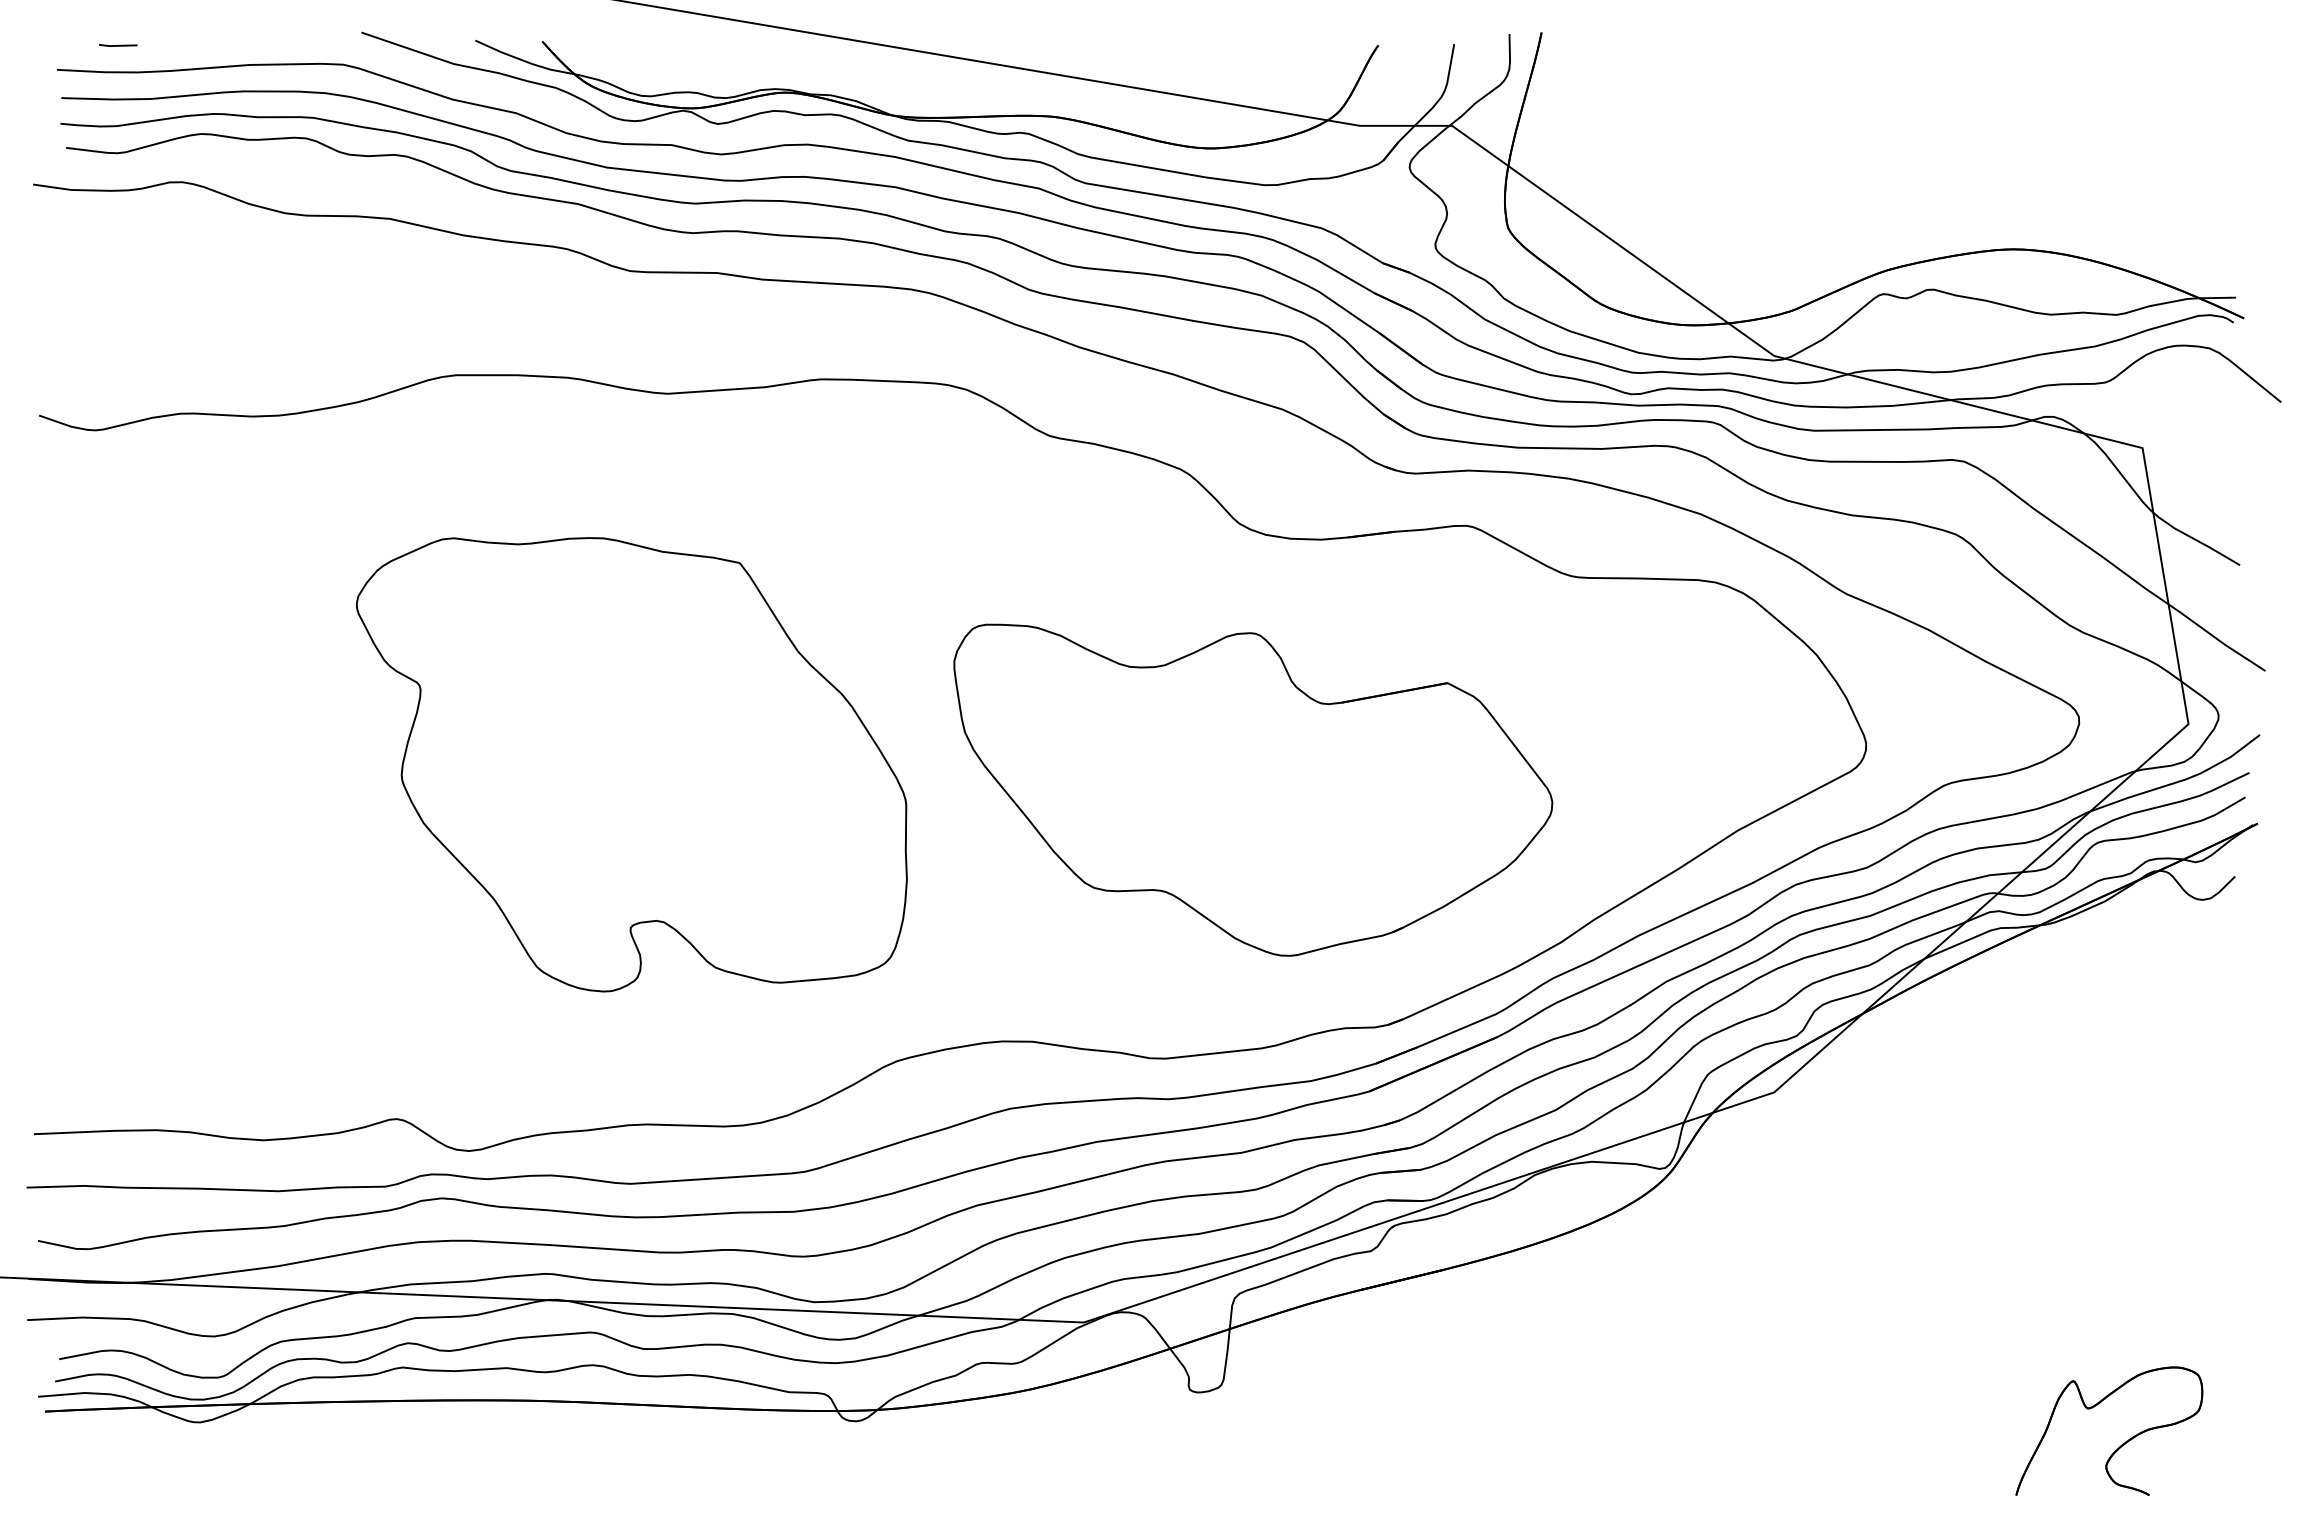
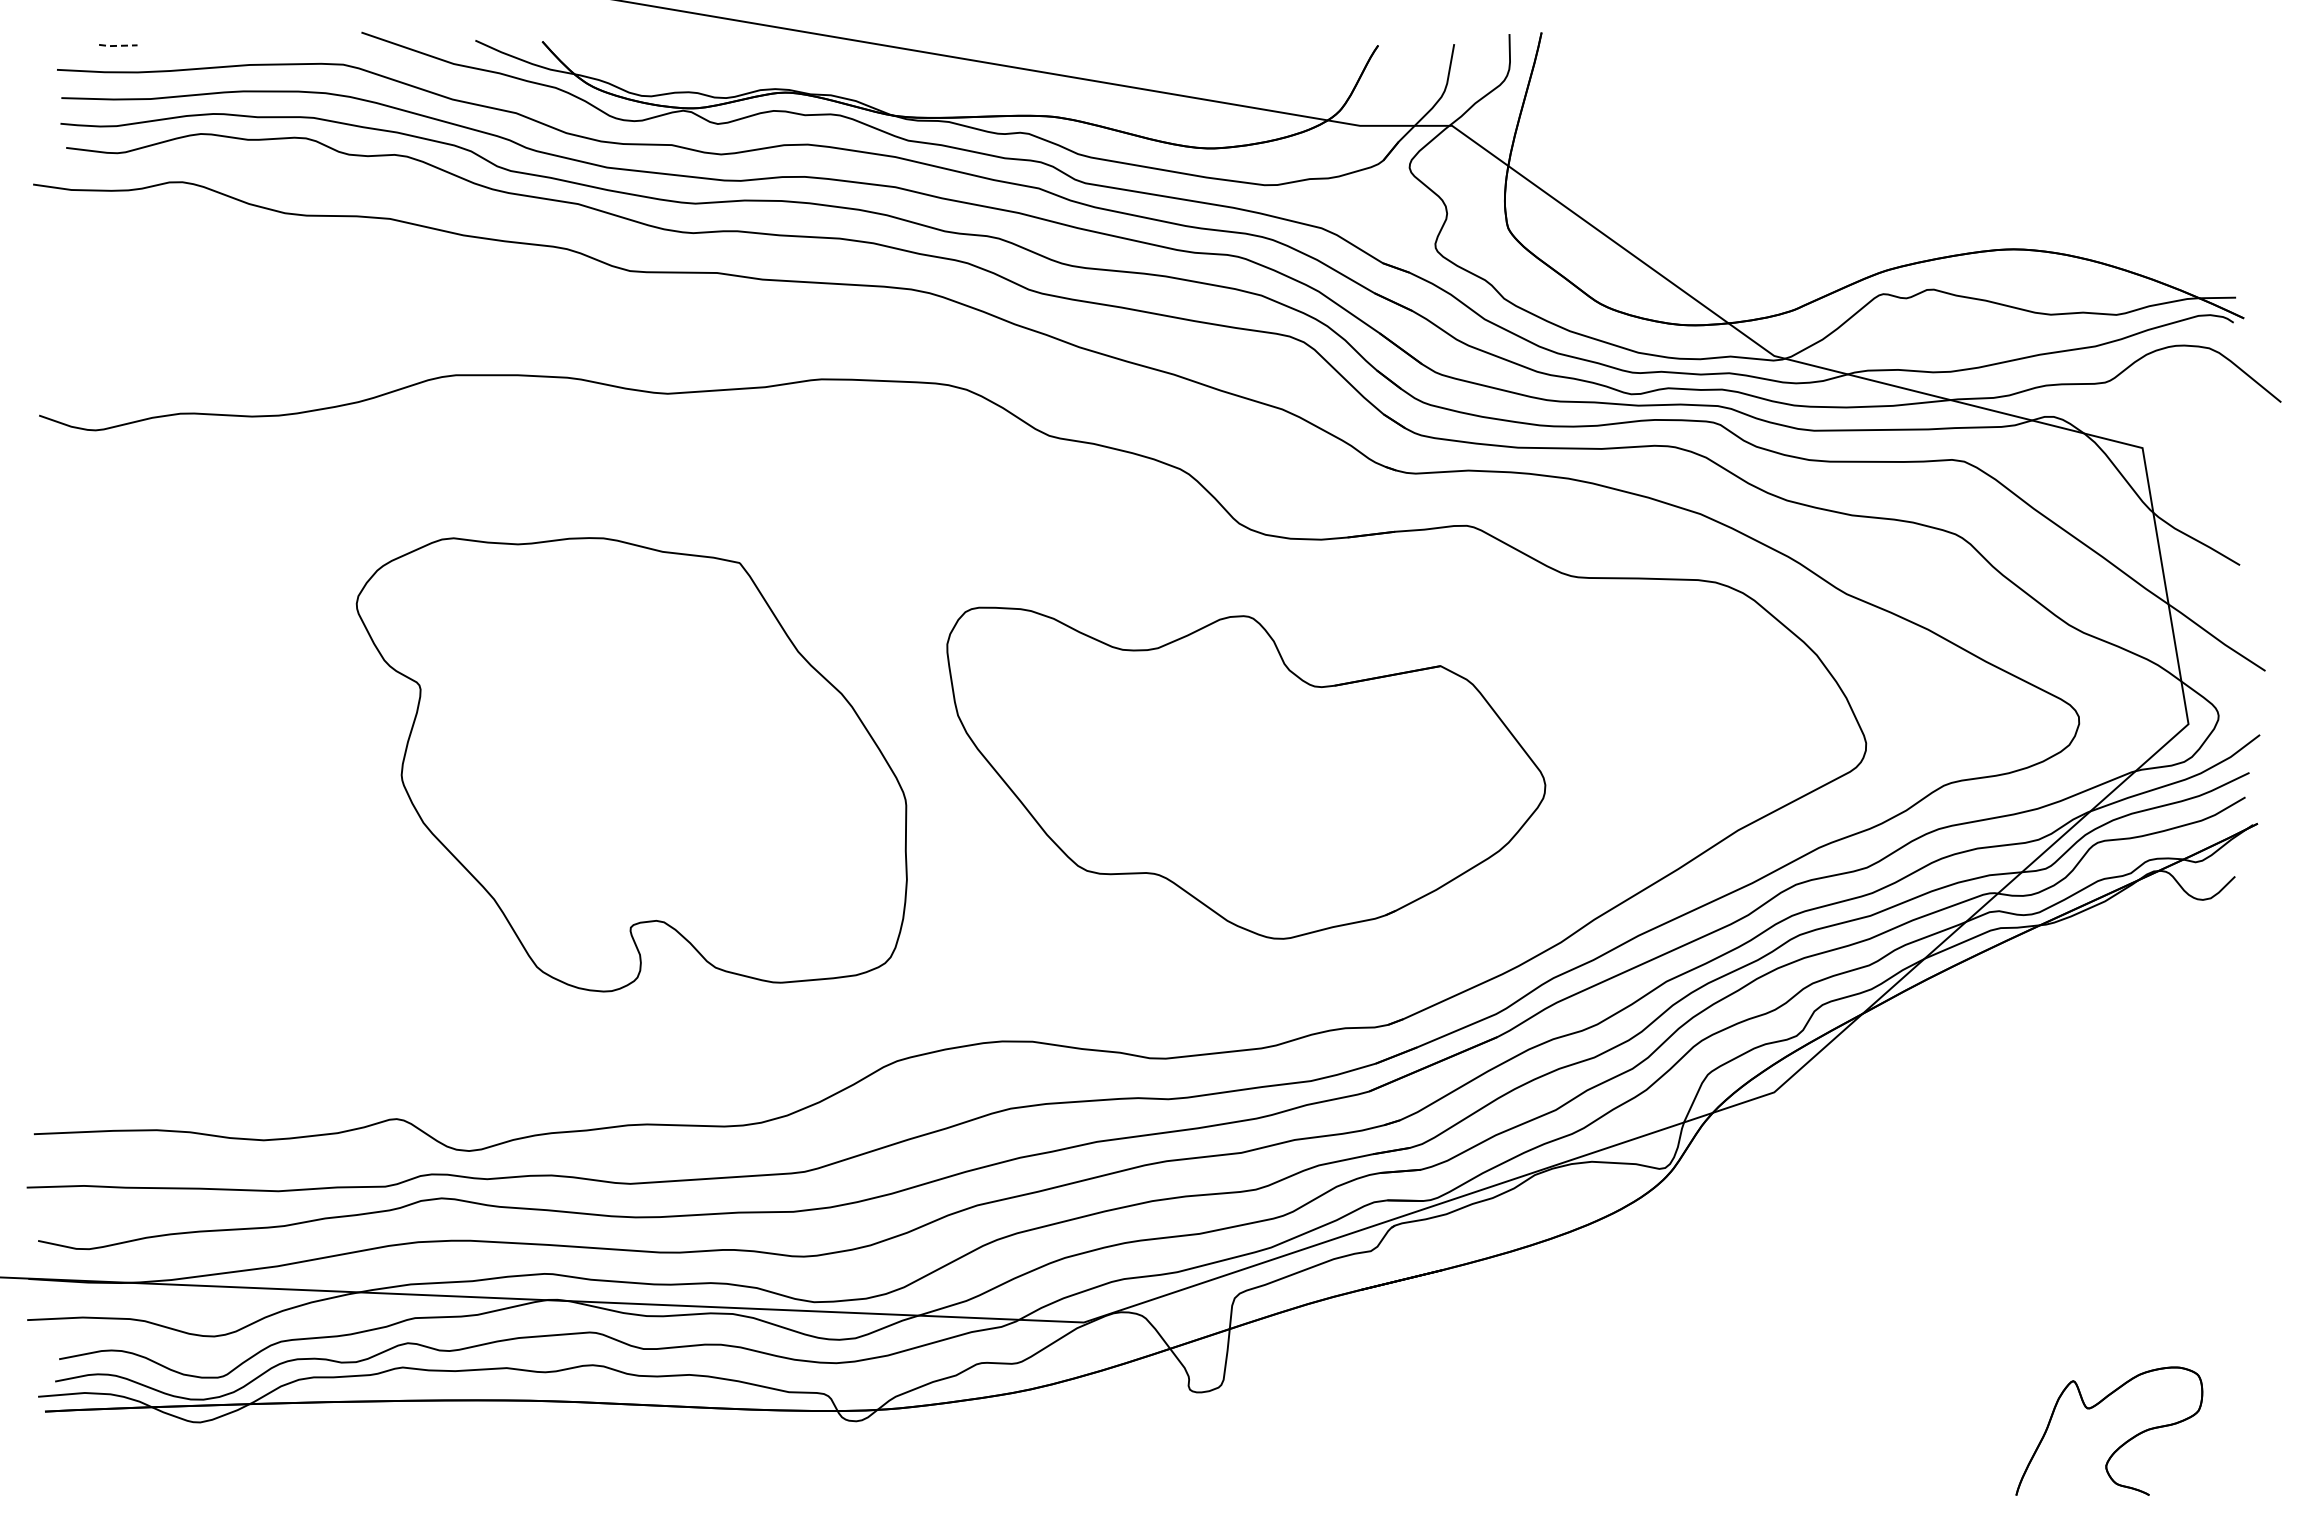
line at (118, 45): solid -> dashed
part at (1253, 789) position: (1253, 789) -> (1246, 772)
